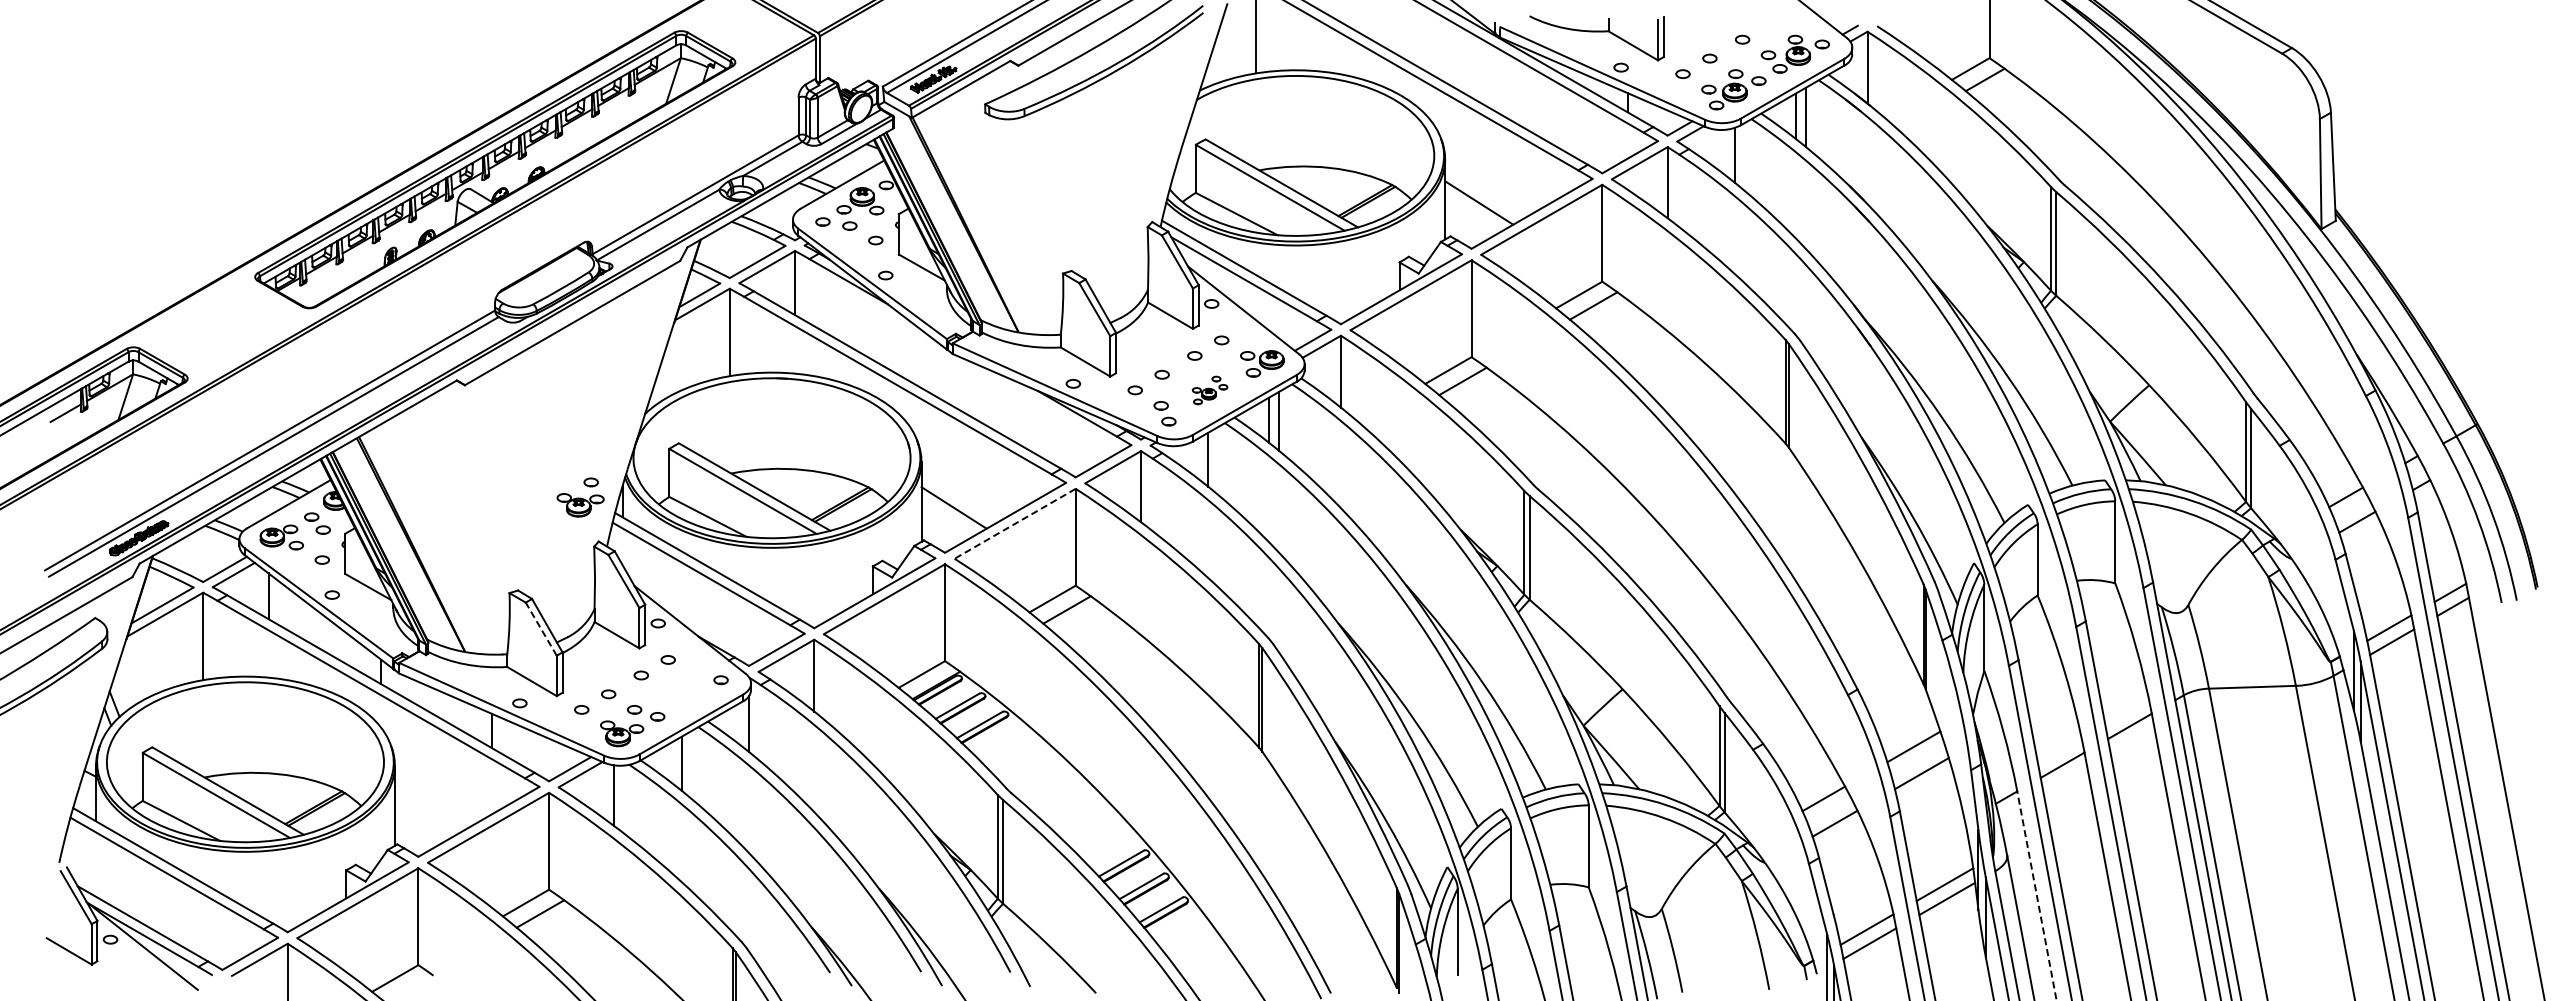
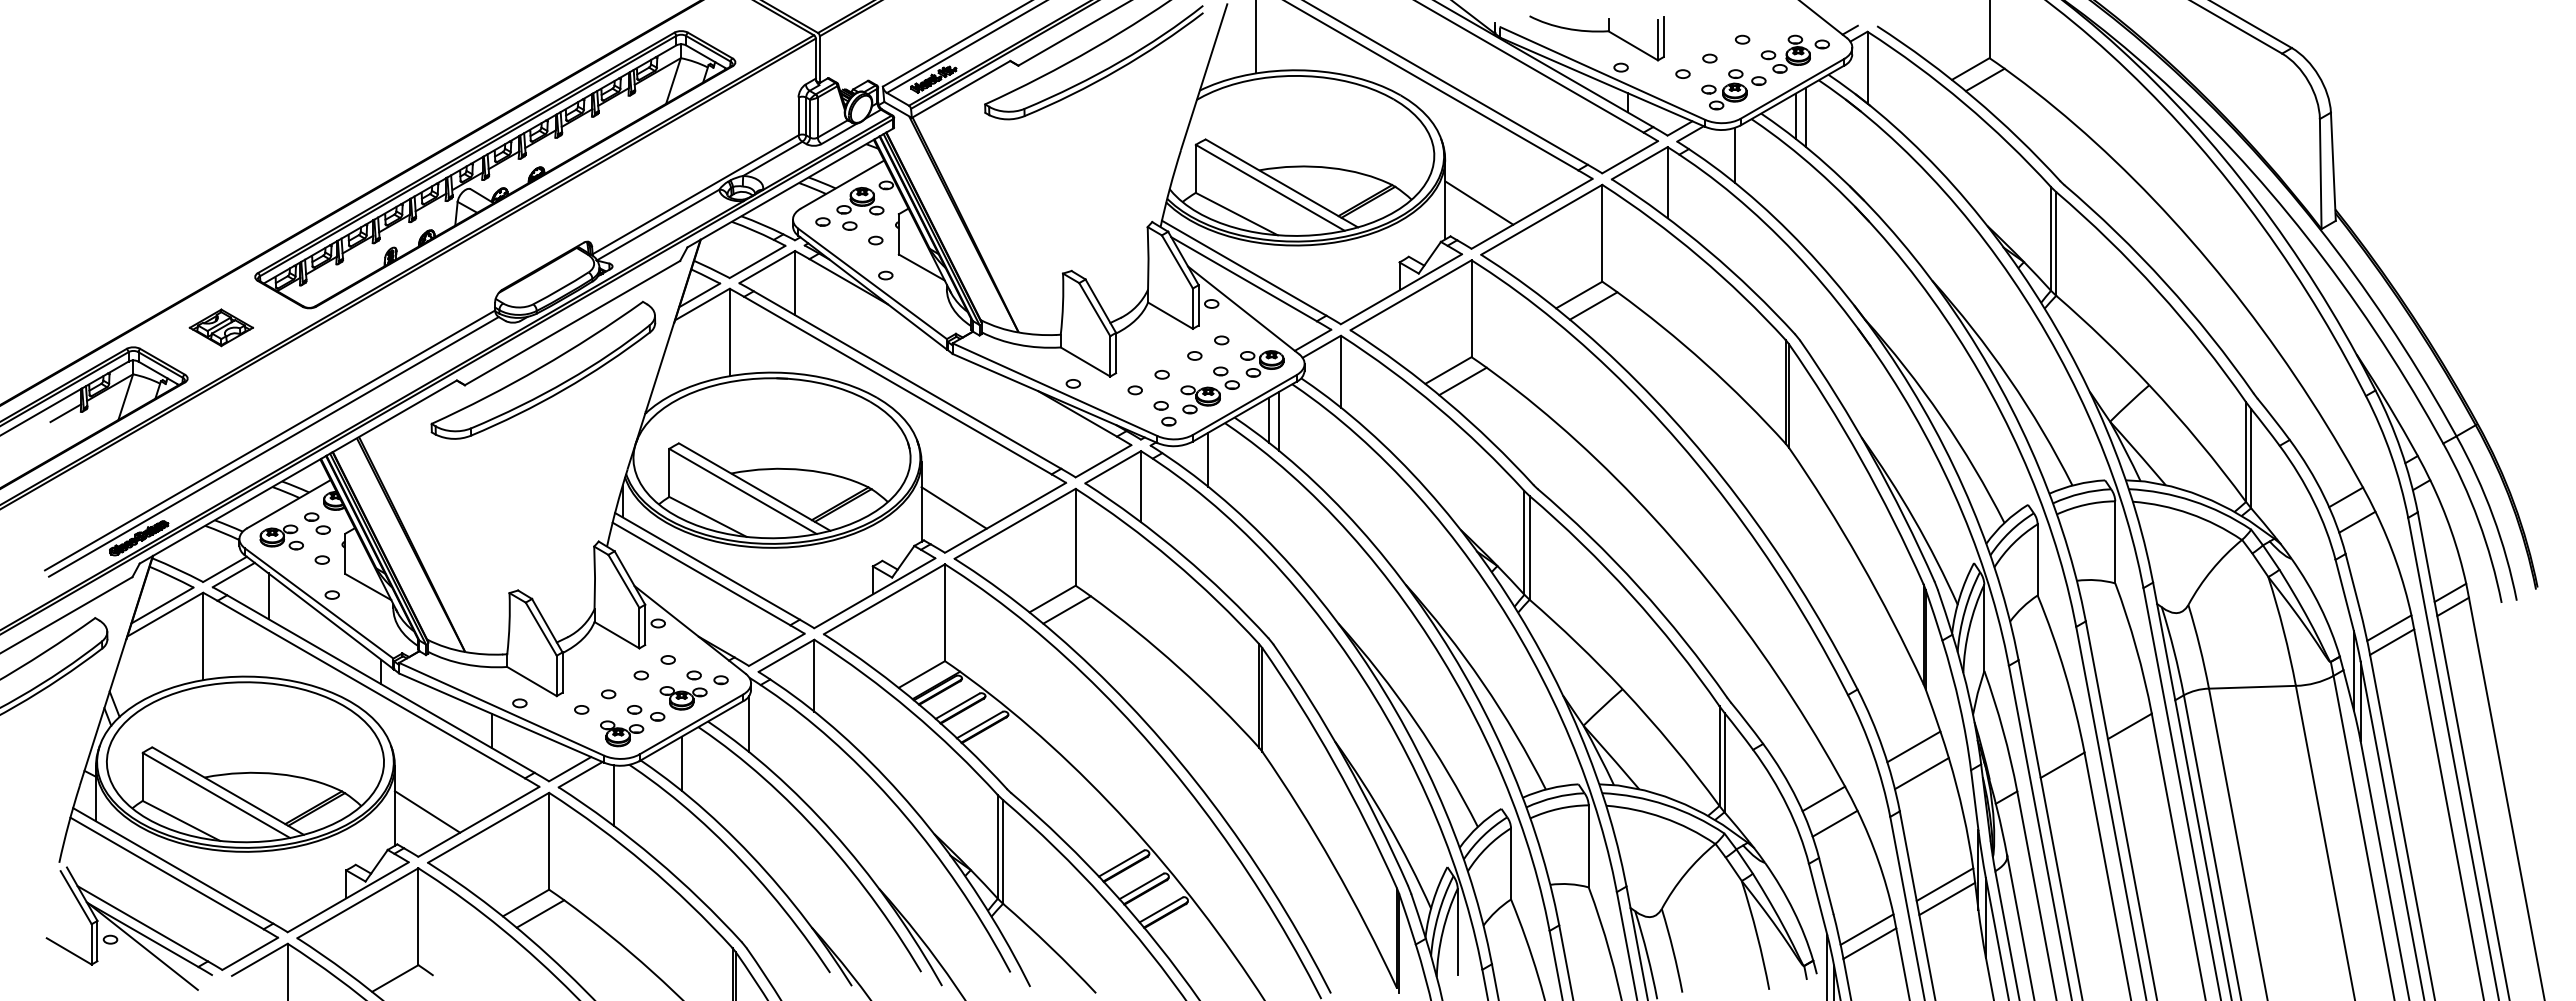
part at (220, 327): none -> present
part at (543, 369): none -> present
part at (1209, 390) size: 38x31 px -> 60x49 px
part at (580, 497) position: (580, 497) -> (683, 690)
line at (1015, 523): dashed -> solid
line at (541, 629): dashed -> solid
line at (427, 811): none -> present
line at (2036, 895): dashed -> solid
